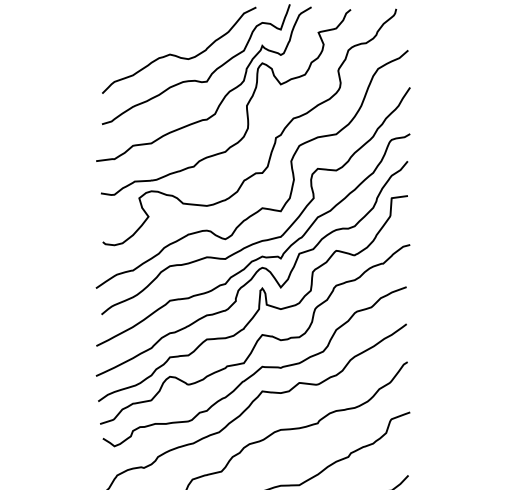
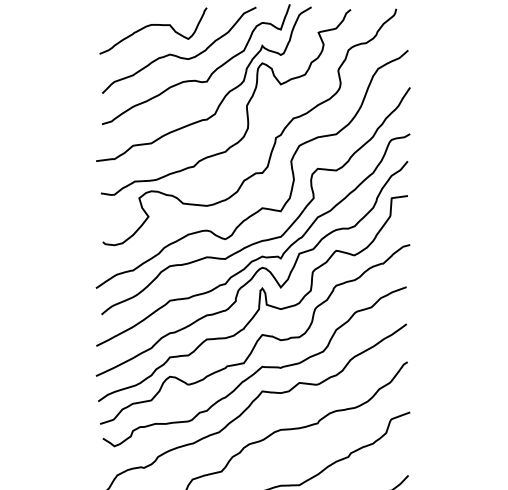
curve at (153, 25): none -> present
